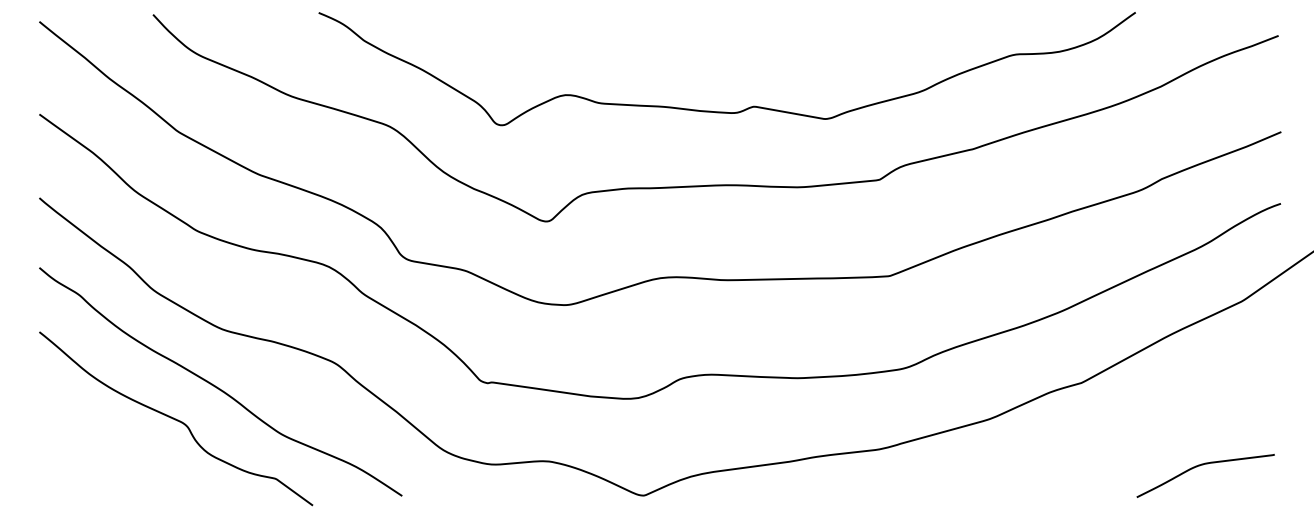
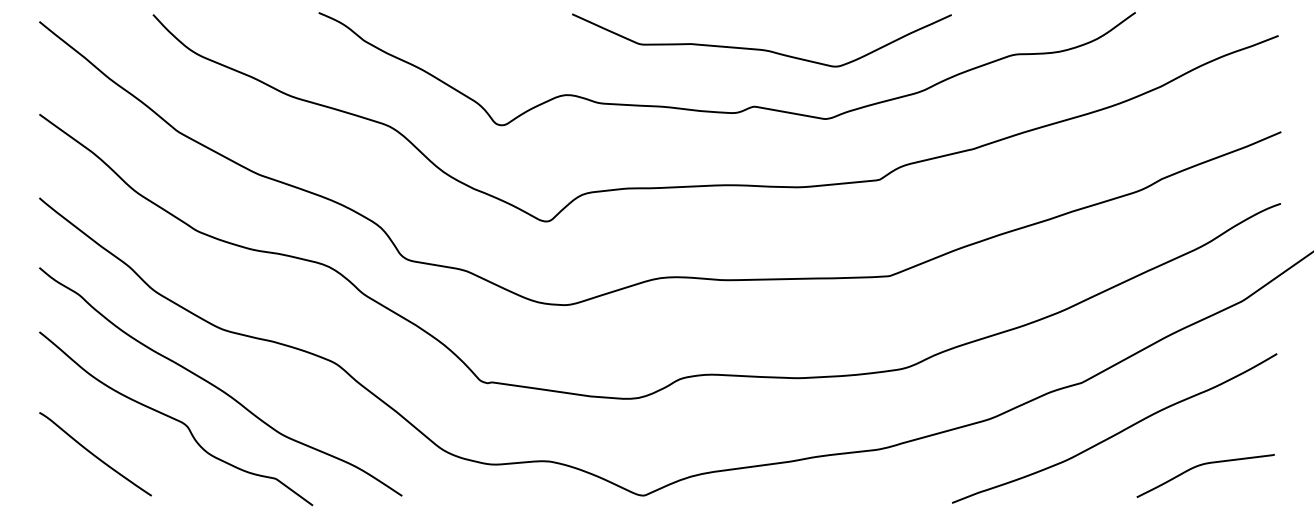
curve at (760, 48): none -> present
curve at (1117, 432): none -> present
curve at (94, 454): none -> present
